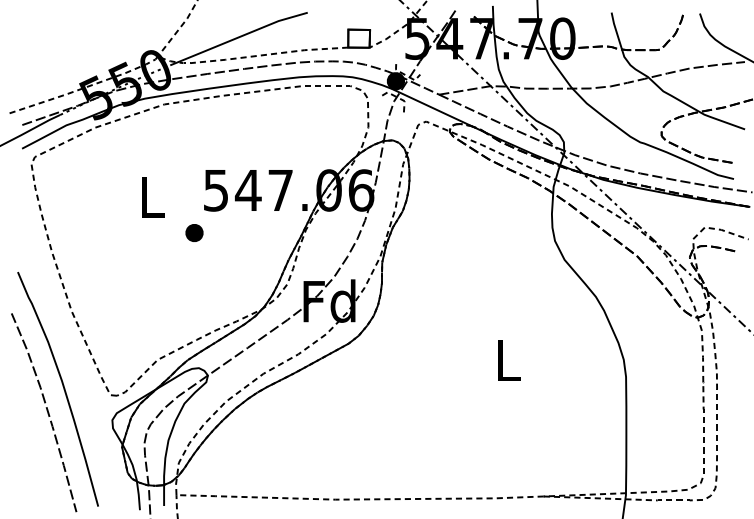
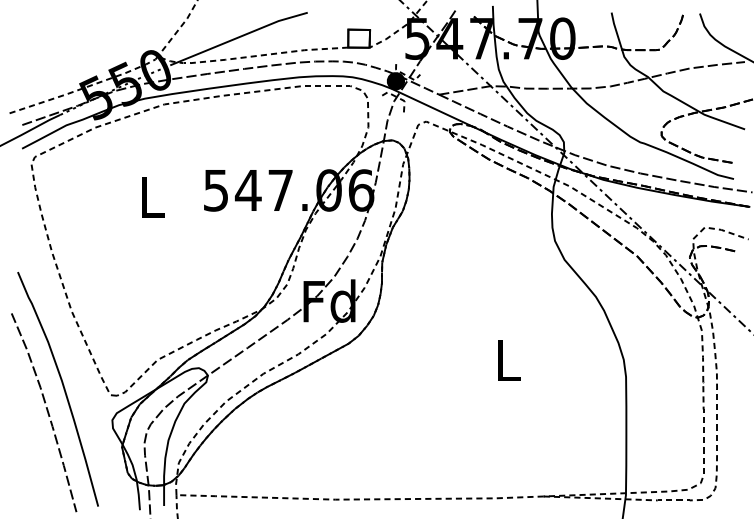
part at (194, 232): present -> none
